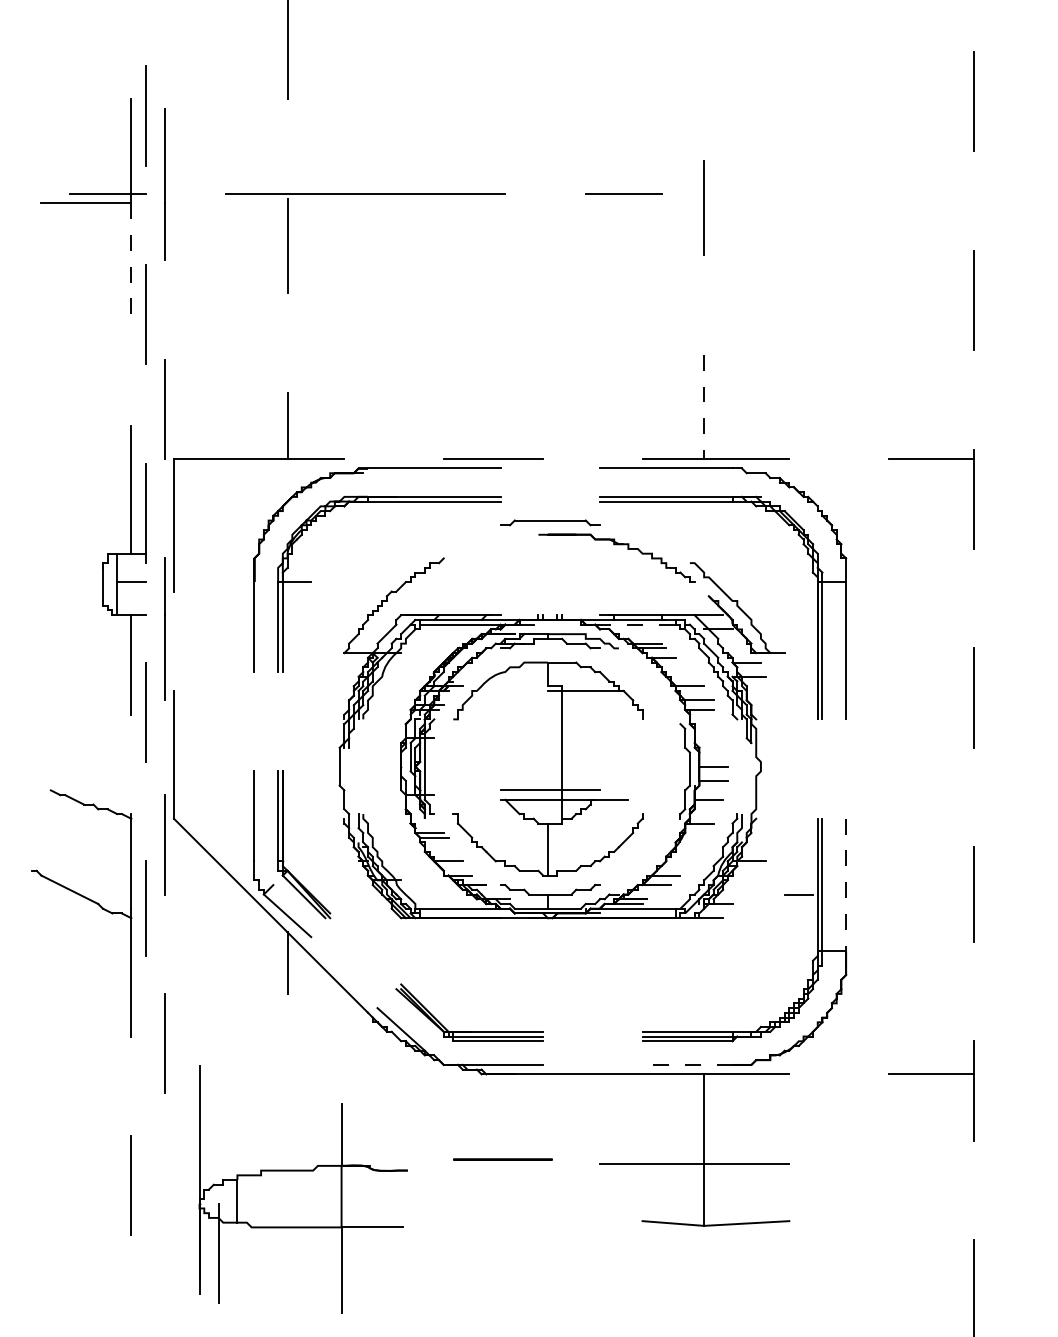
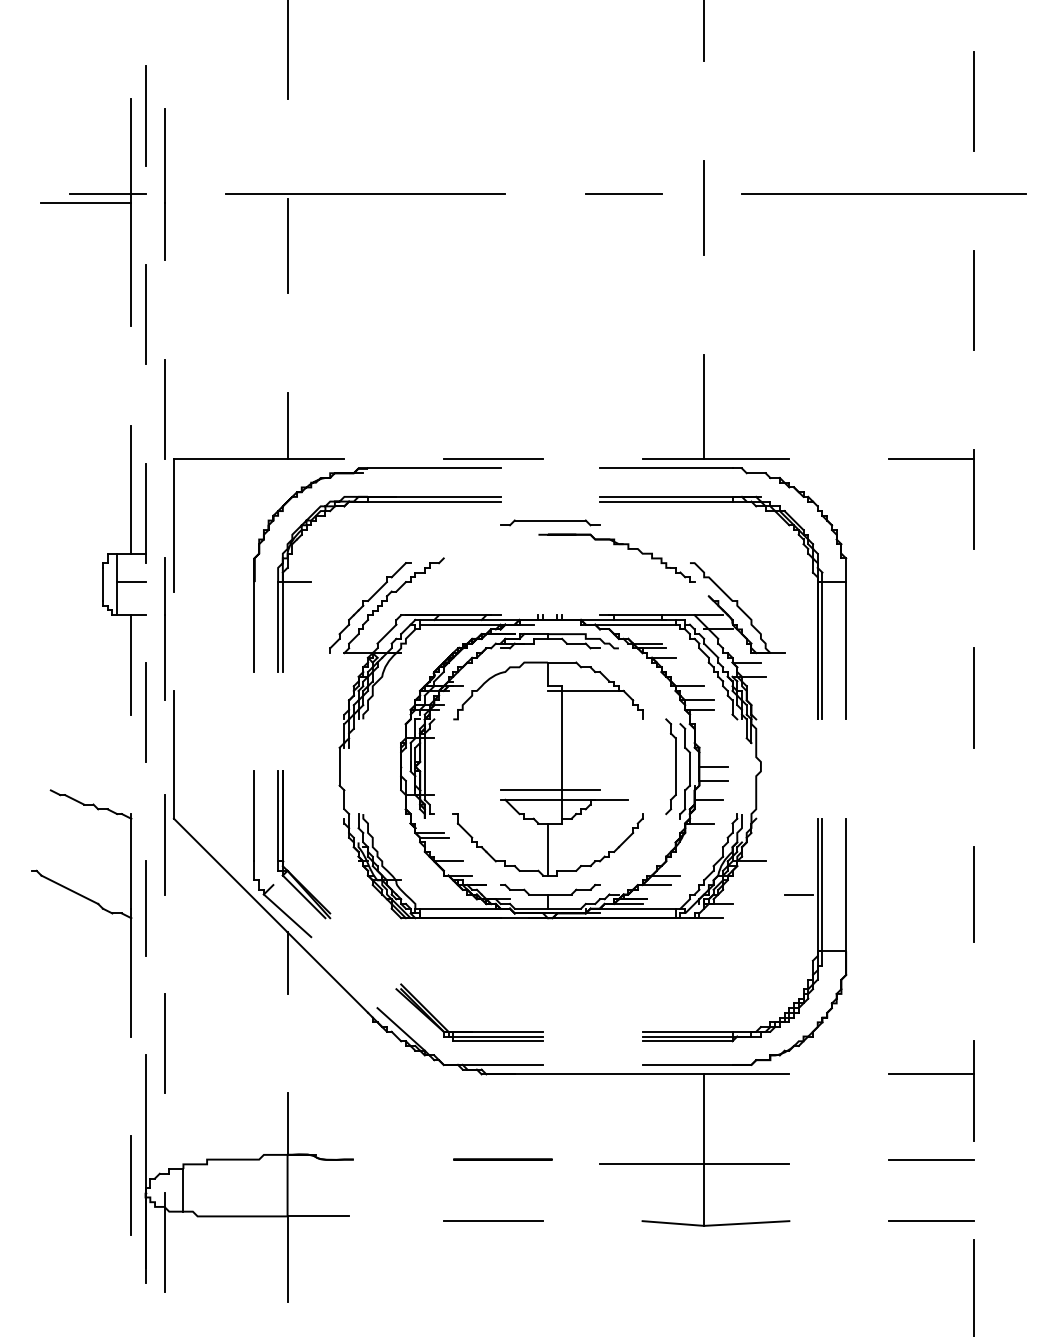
line at (704, 31): none -> present
line at (883, 193): none -> present
line at (131, 264): dashed -> solid
line at (704, 407): dashed -> solid
part at (368, 601): none -> present
line at (635, 624): dashed -> solid
part at (670, 766): none -> present
line at (846, 885): dashed -> solid
line at (687, 1064): dashed -> solid
line at (930, 1159): none -> present
part at (302, 1189) position: (302, 1189) -> (248, 1178)
line at (493, 1220): none -> present
line at (930, 1221): none -> present
